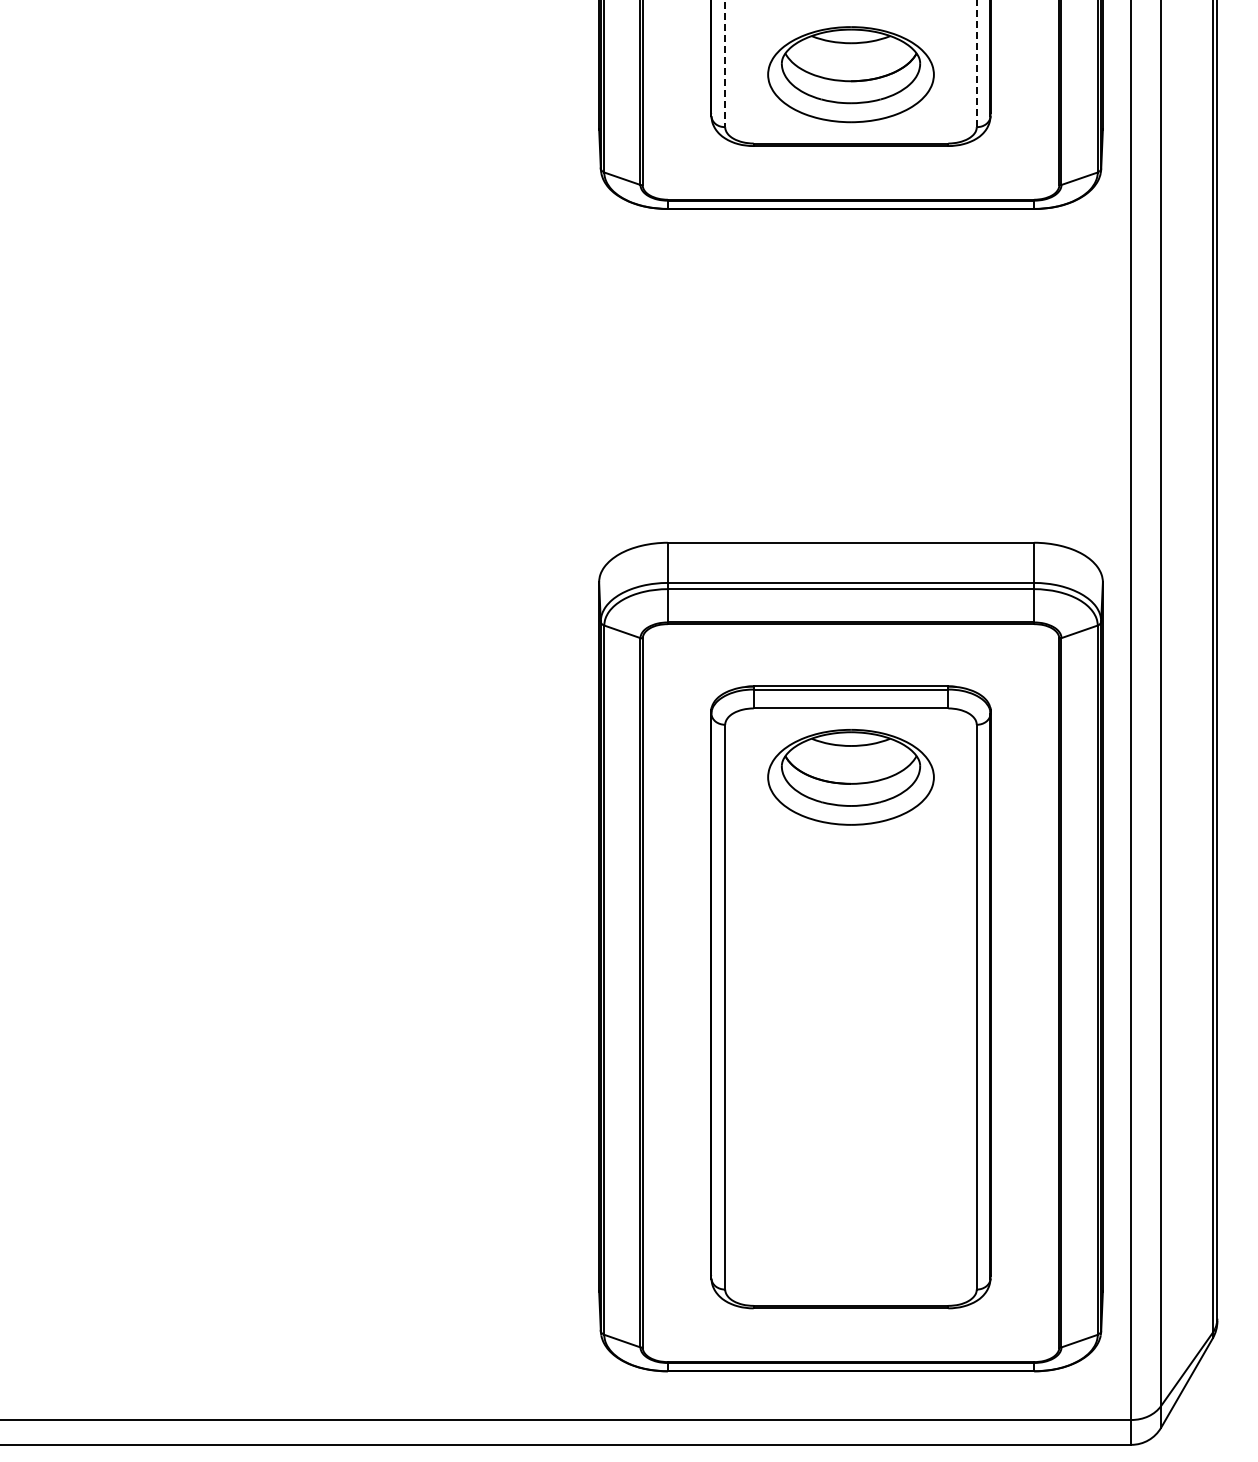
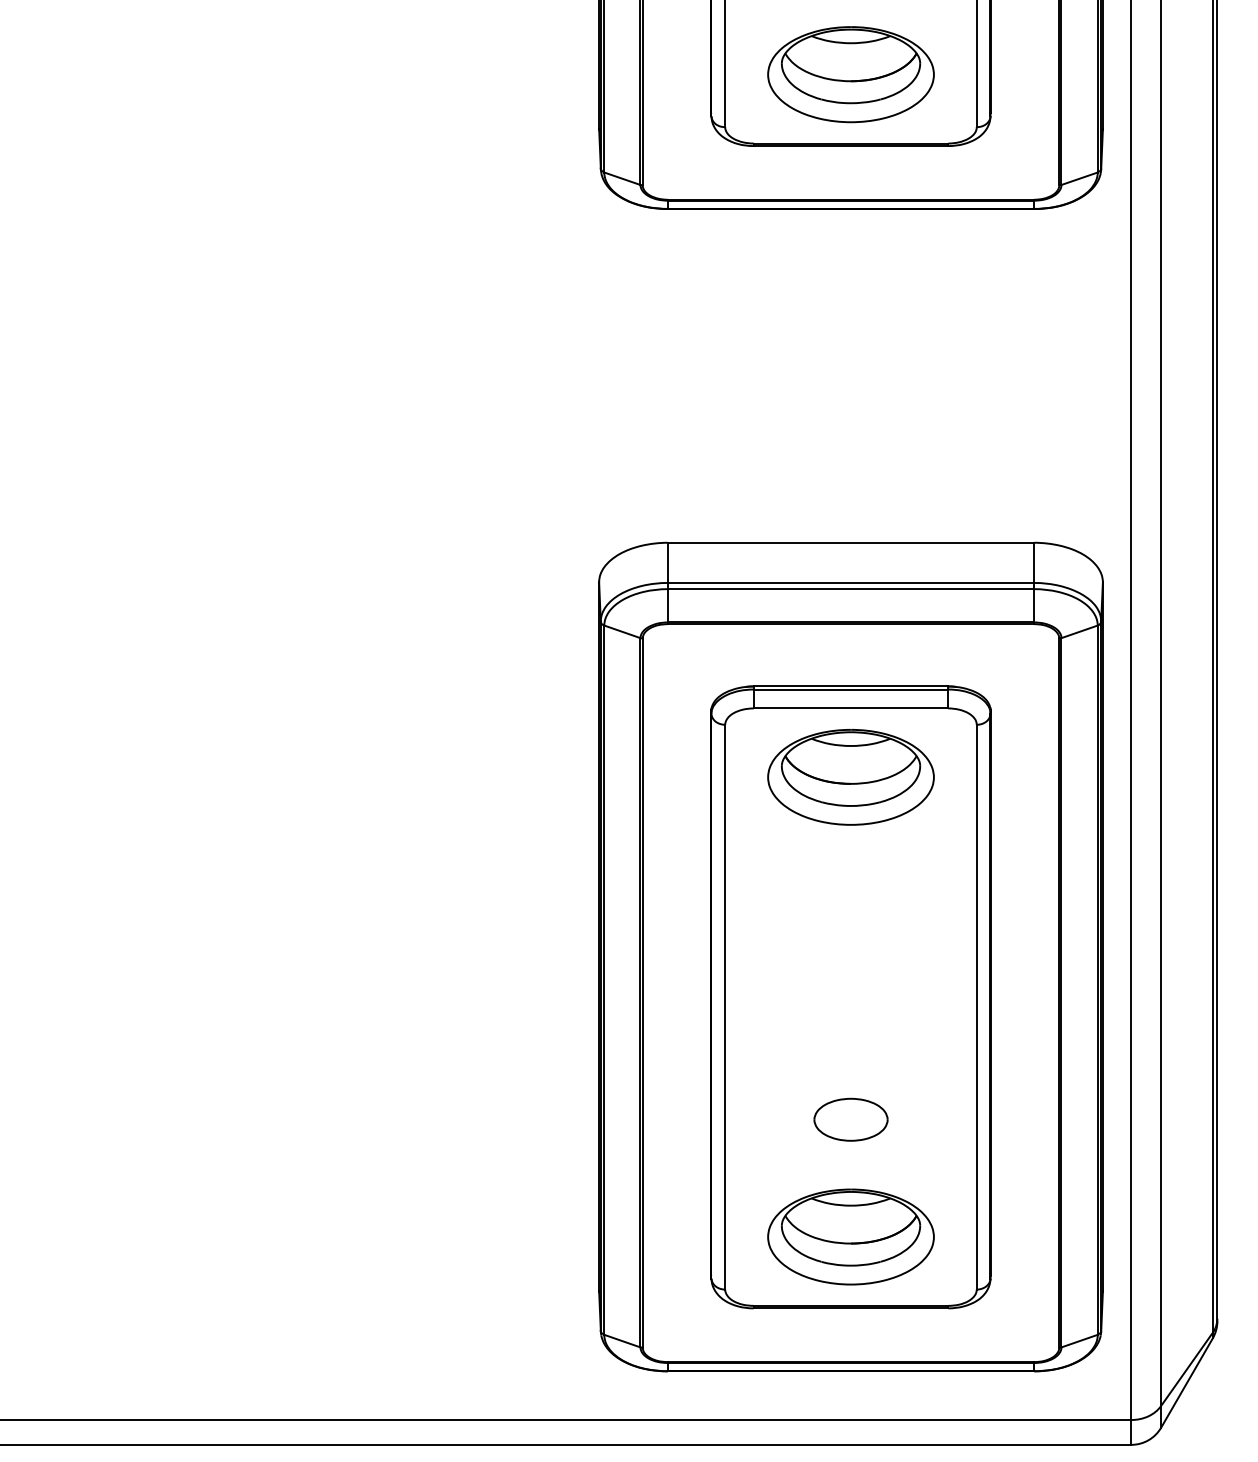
line at (976, 63): dashed -> solid
line at (725, 64): dashed -> solid
part at (850, 1119): none -> present
part at (850, 1236): none -> present
